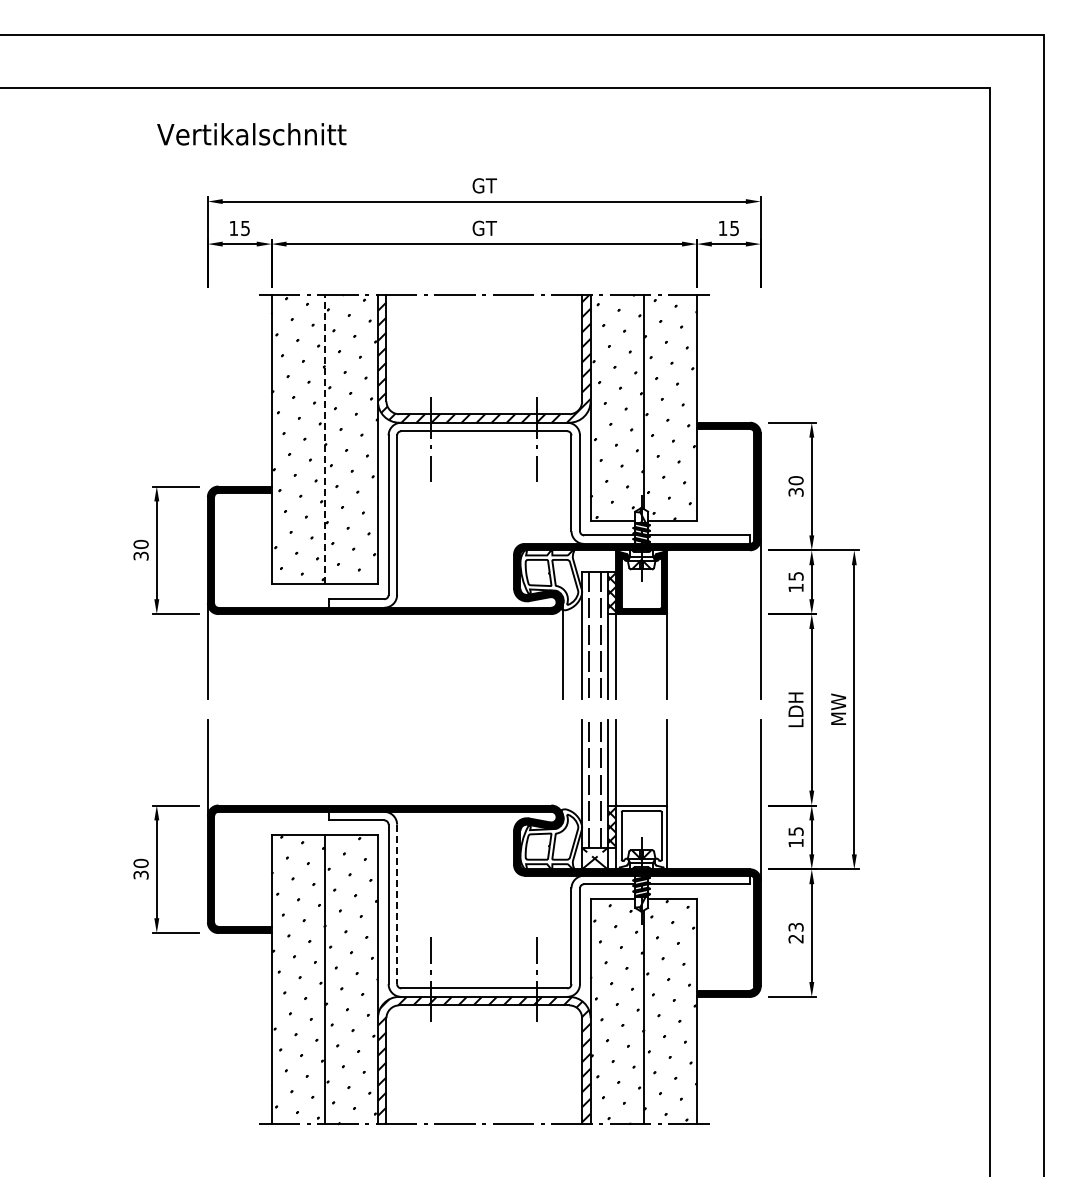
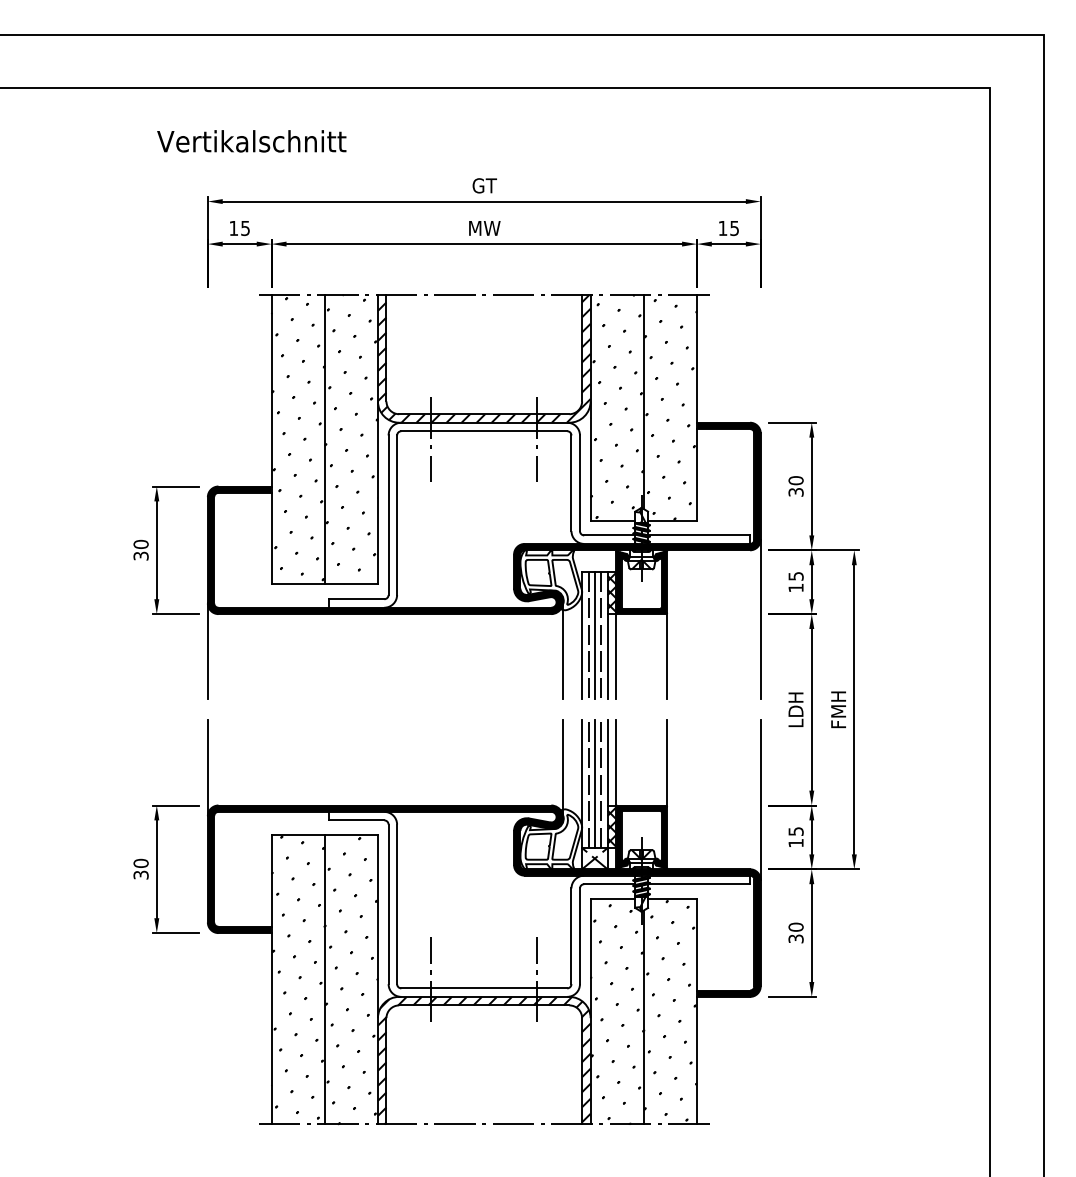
text at (251, 134) position: (251, 134) -> (251, 141)
text at (484, 228): GT -> MW
line at (324, 439): dashed -> solid
line at (594, 635): none -> present
text at (838, 709): MW -> FMH
line at (562, 768): none -> present
line at (594, 784): none -> present
fill at (641, 837): none -> present
line at (397, 904): dashed -> solid
text at (795, 932): 23 -> 30
